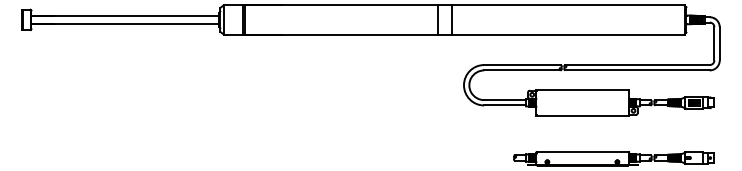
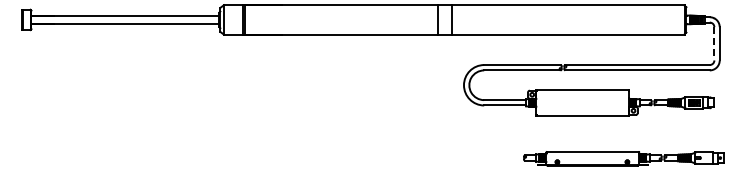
line at (714, 43): solid -> dashed
part at (613, 158) position: (613, 158) -> (623, 158)
